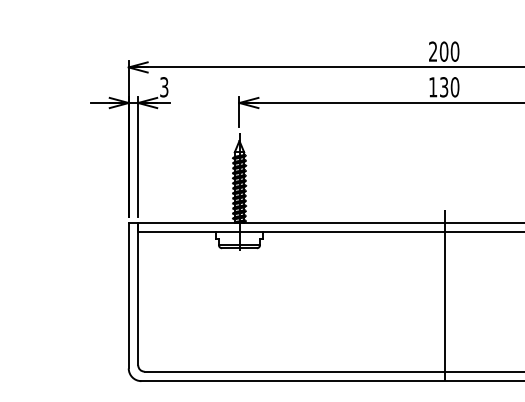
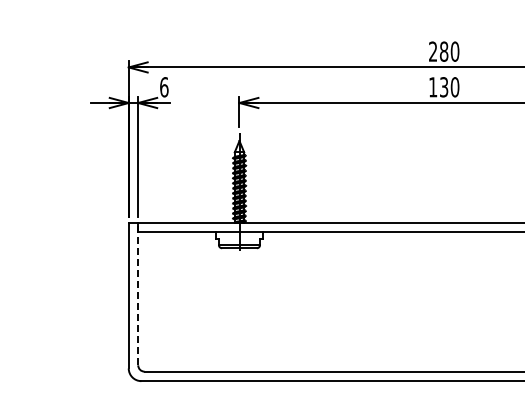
text at (443, 51): 200 -> 280
text at (164, 87): 3 -> 6
line at (138, 293): solid -> dashed
line at (445, 295): present -> none
